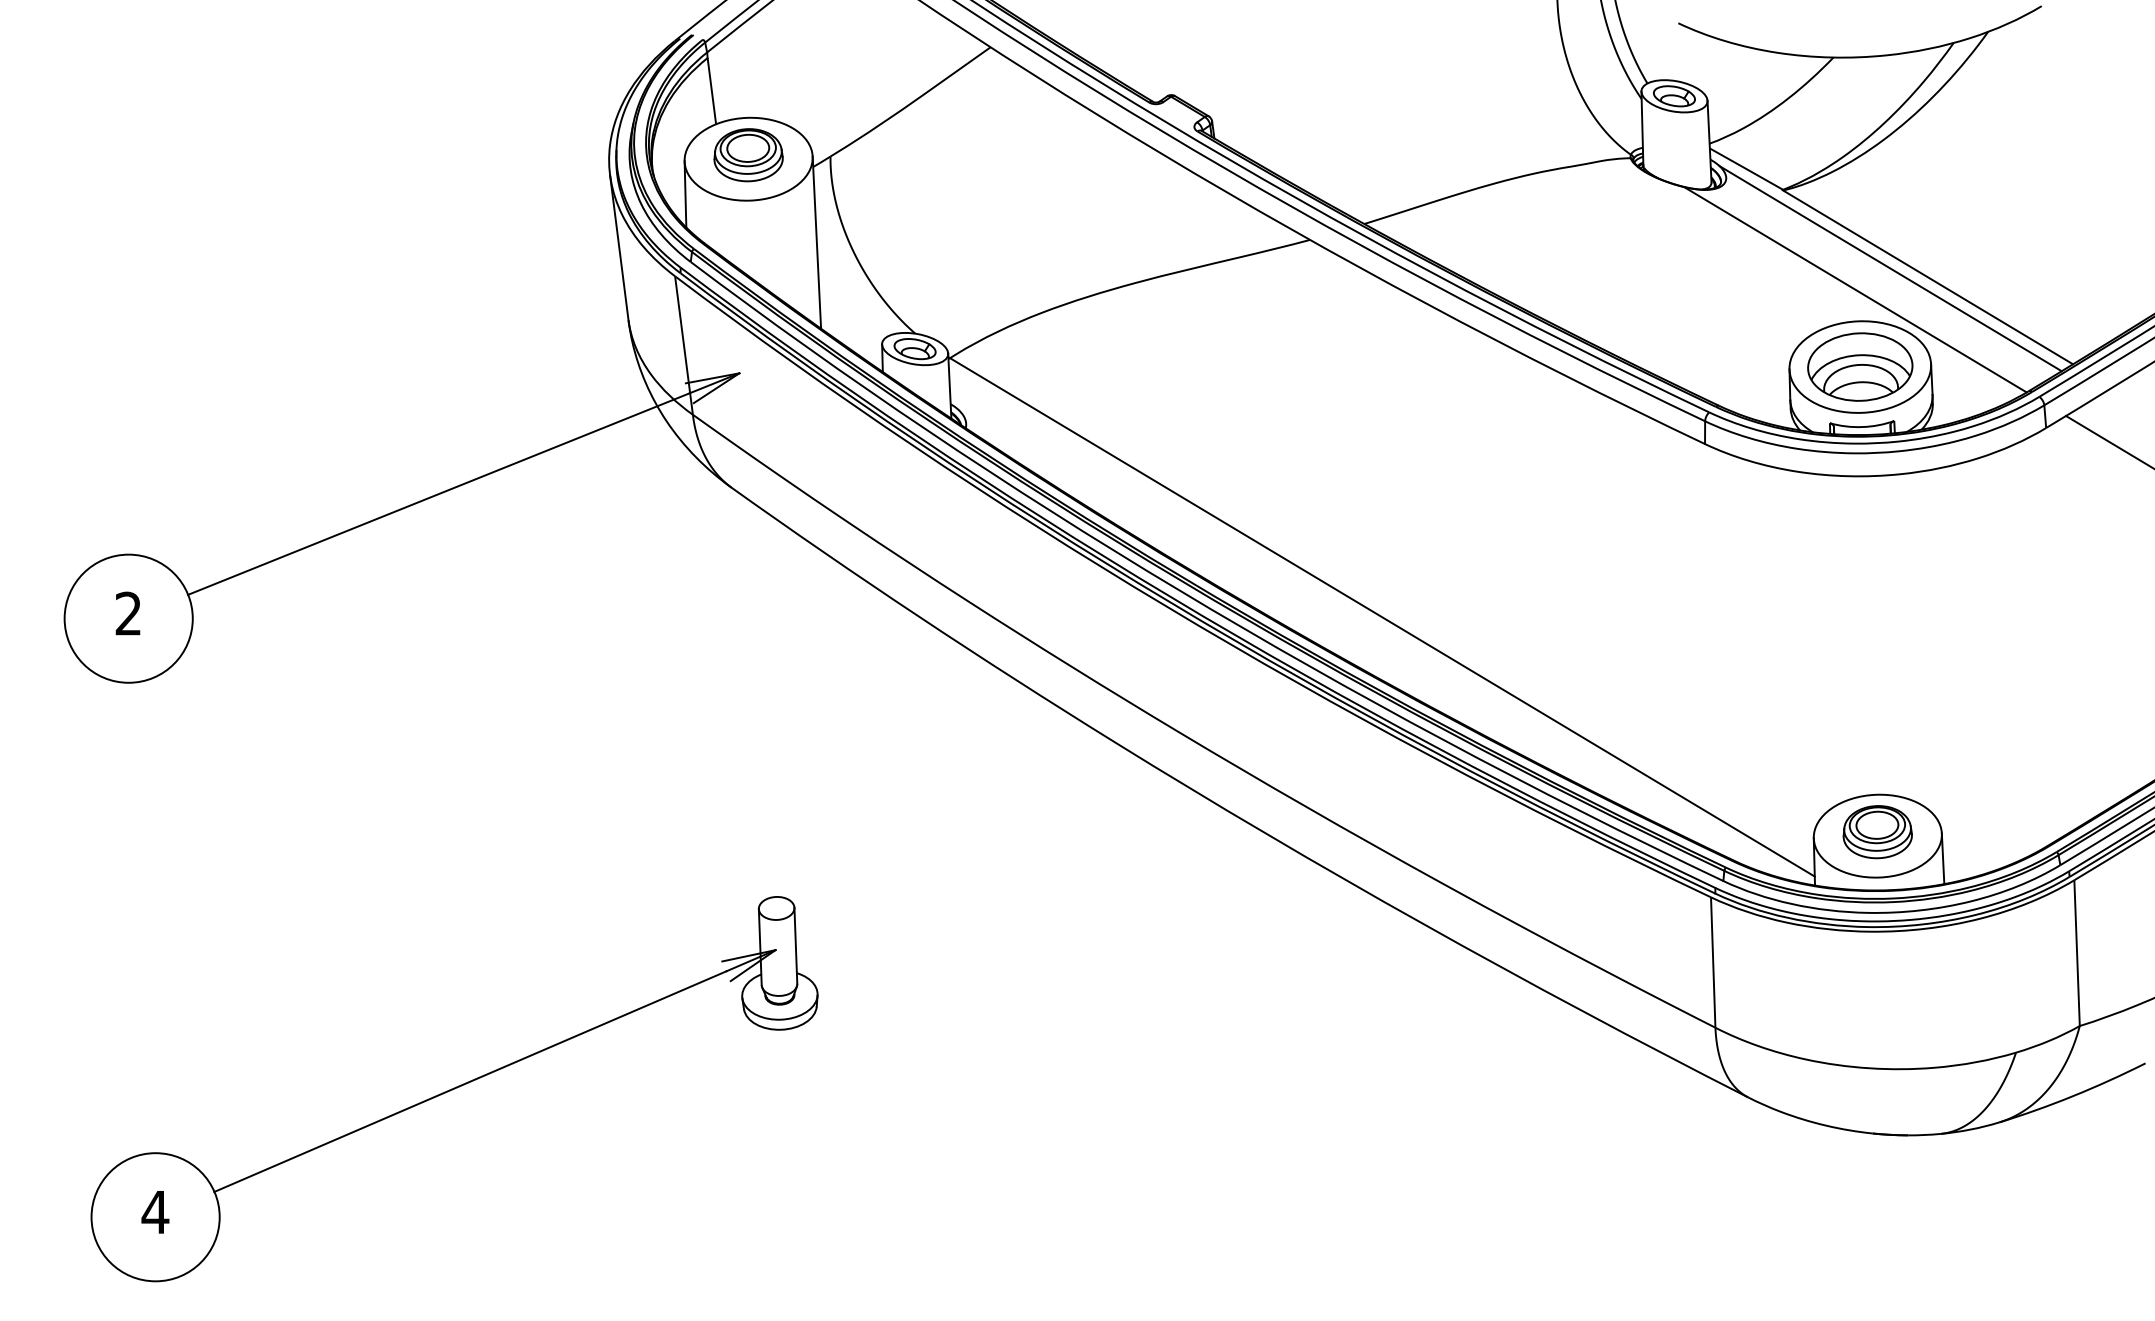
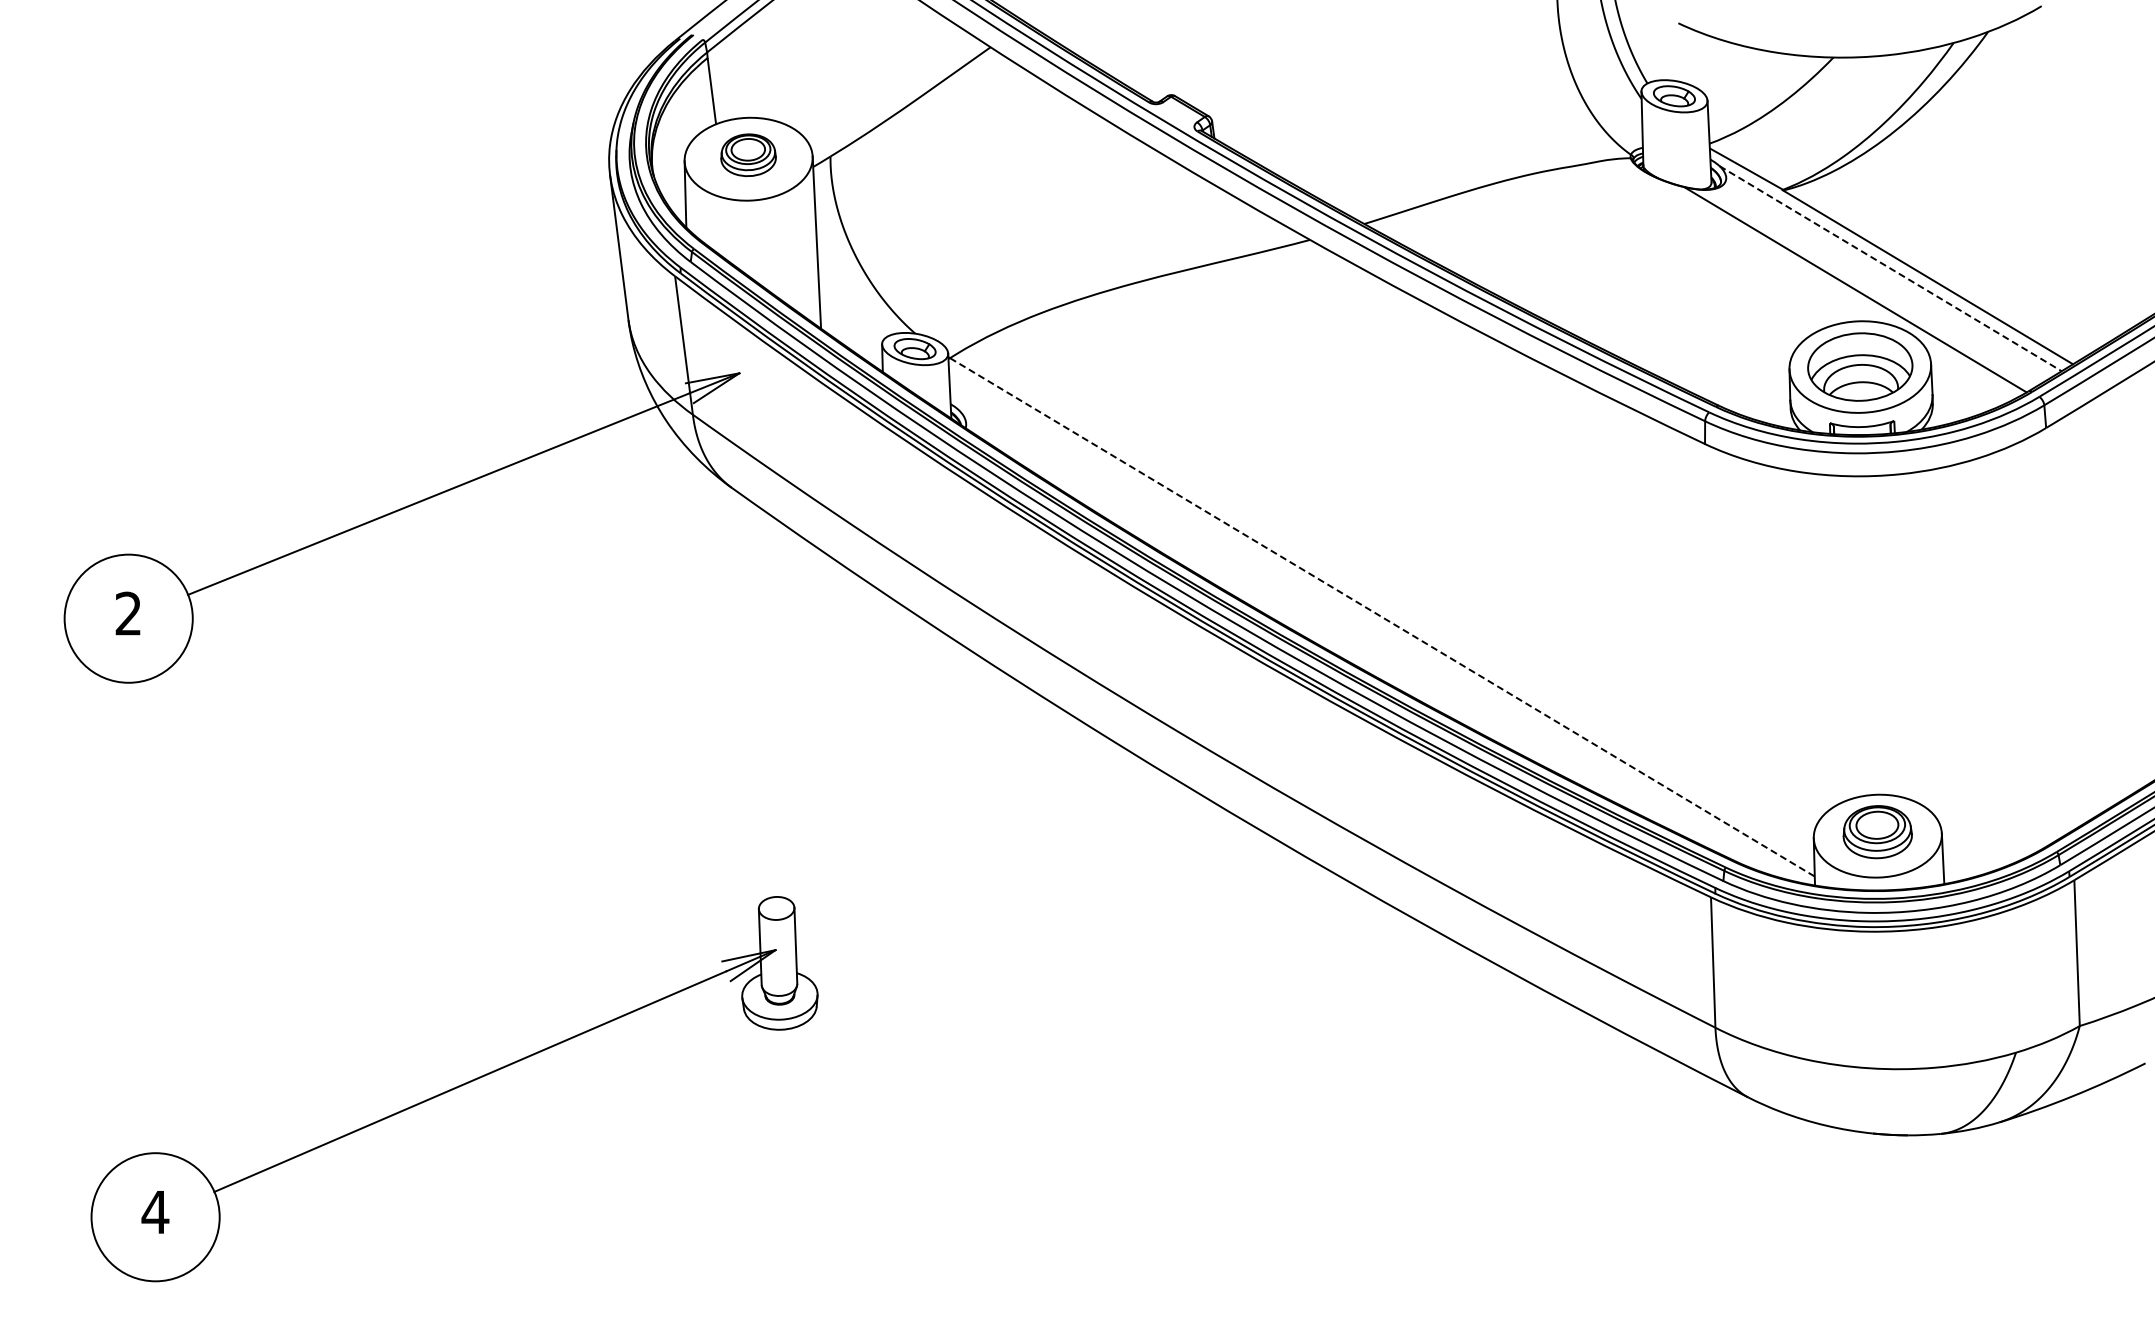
part at (748, 155) size: 71x55 px -> 57x45 px
line at (1891, 268): solid -> dashed
line at (2108, 441): present -> none
line at (1382, 617): solid -> dashed
